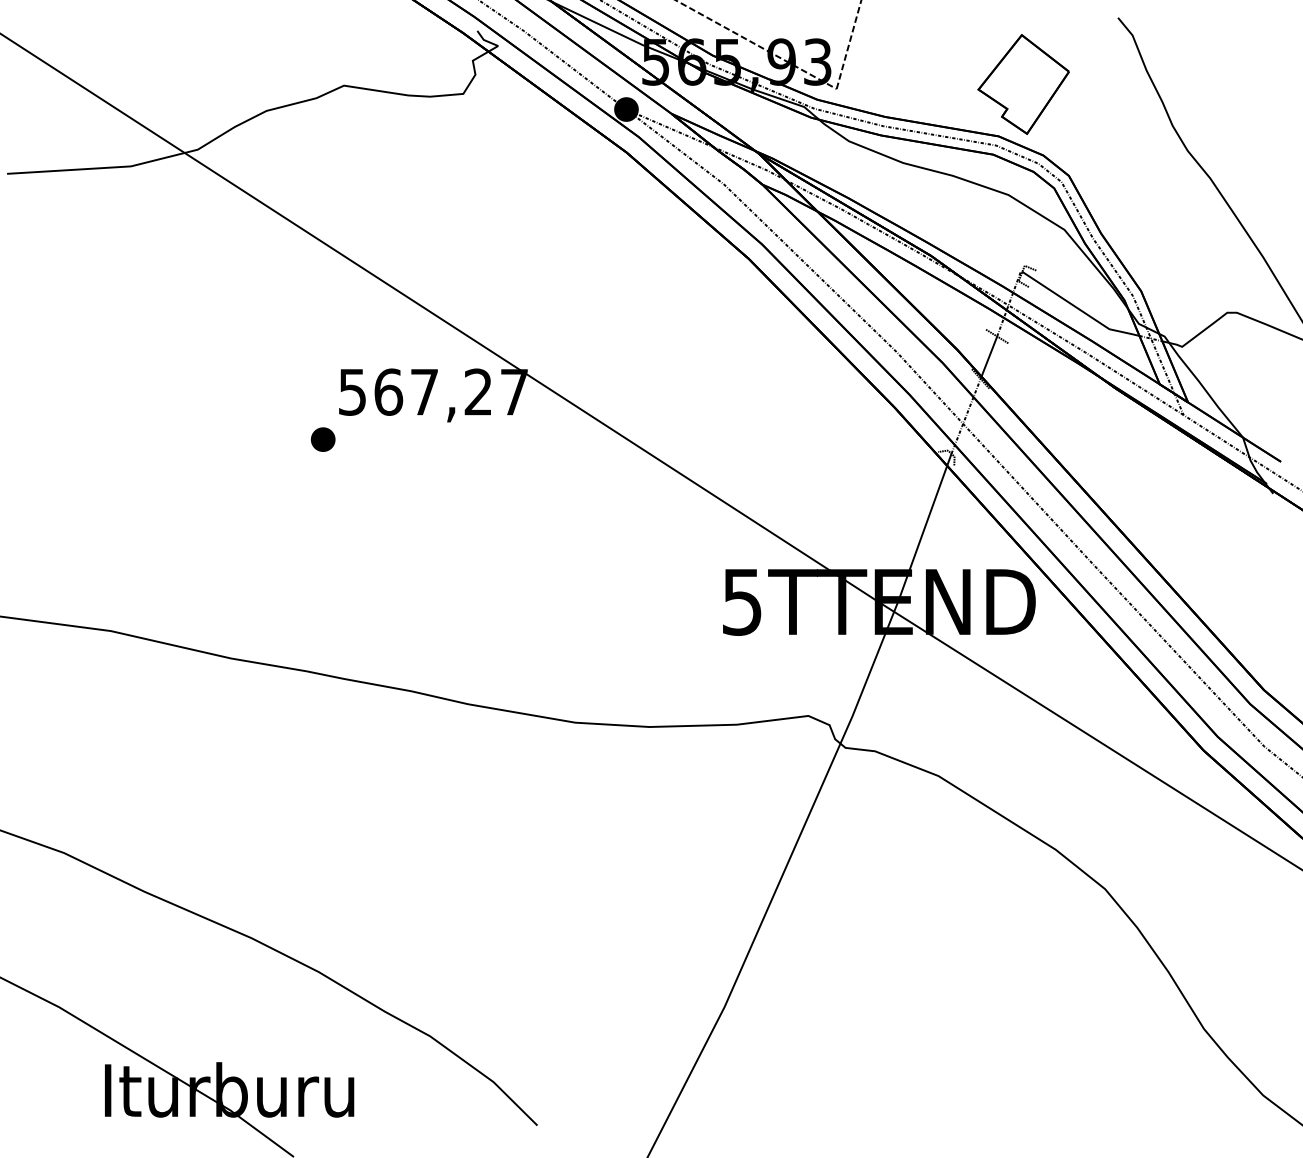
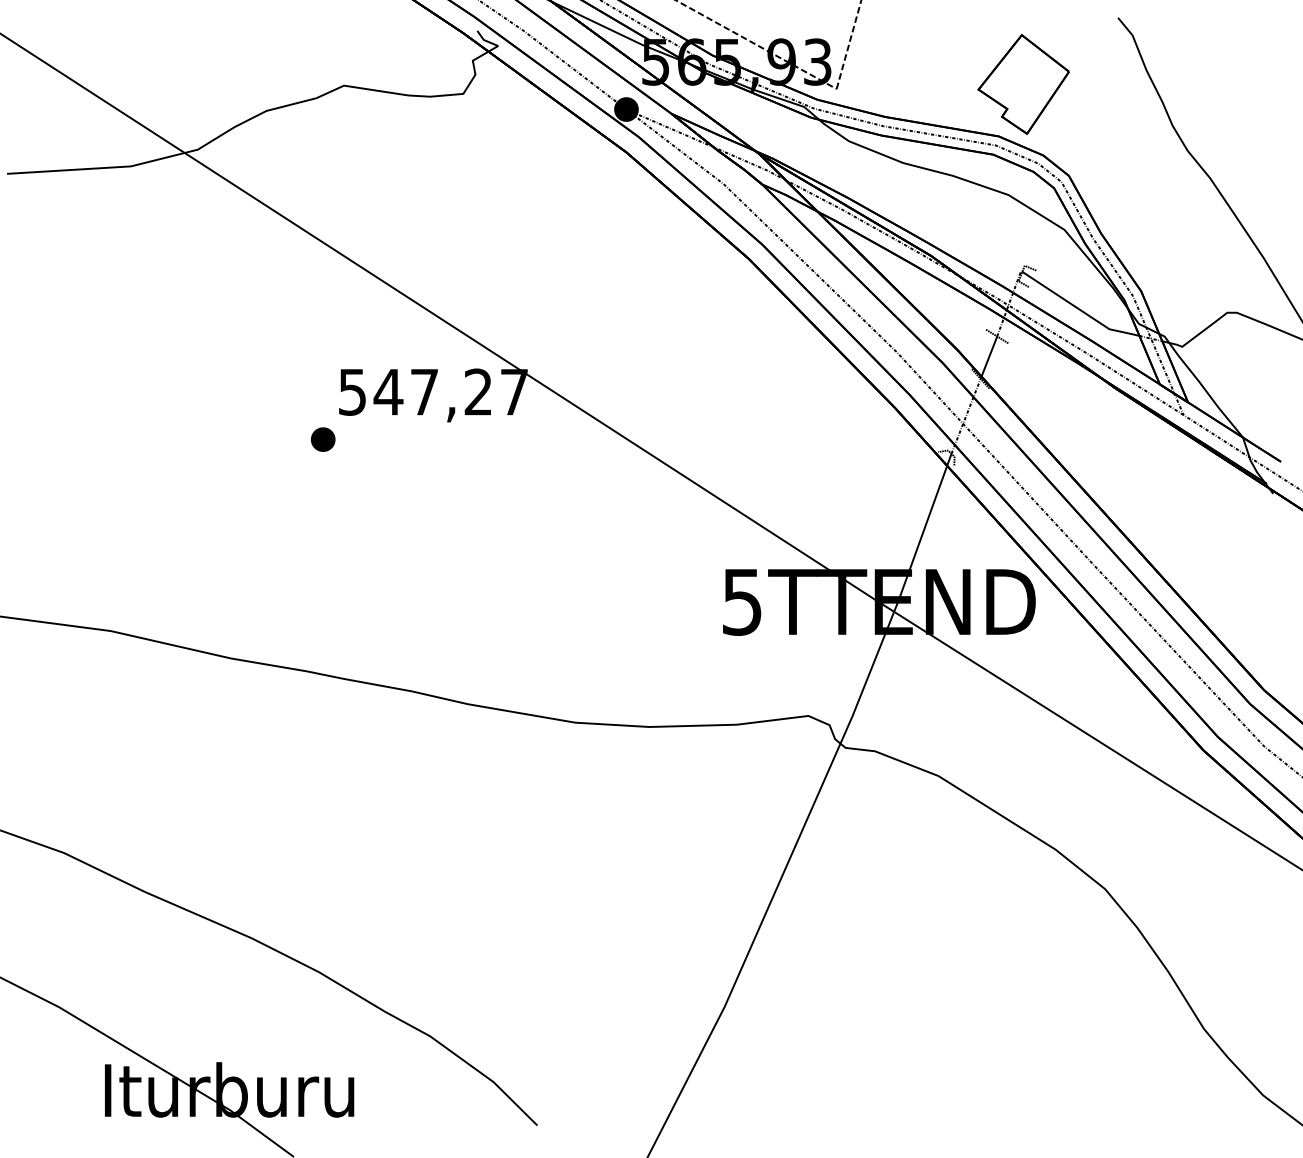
text at (388, 391): 567,27 -> 547,27
